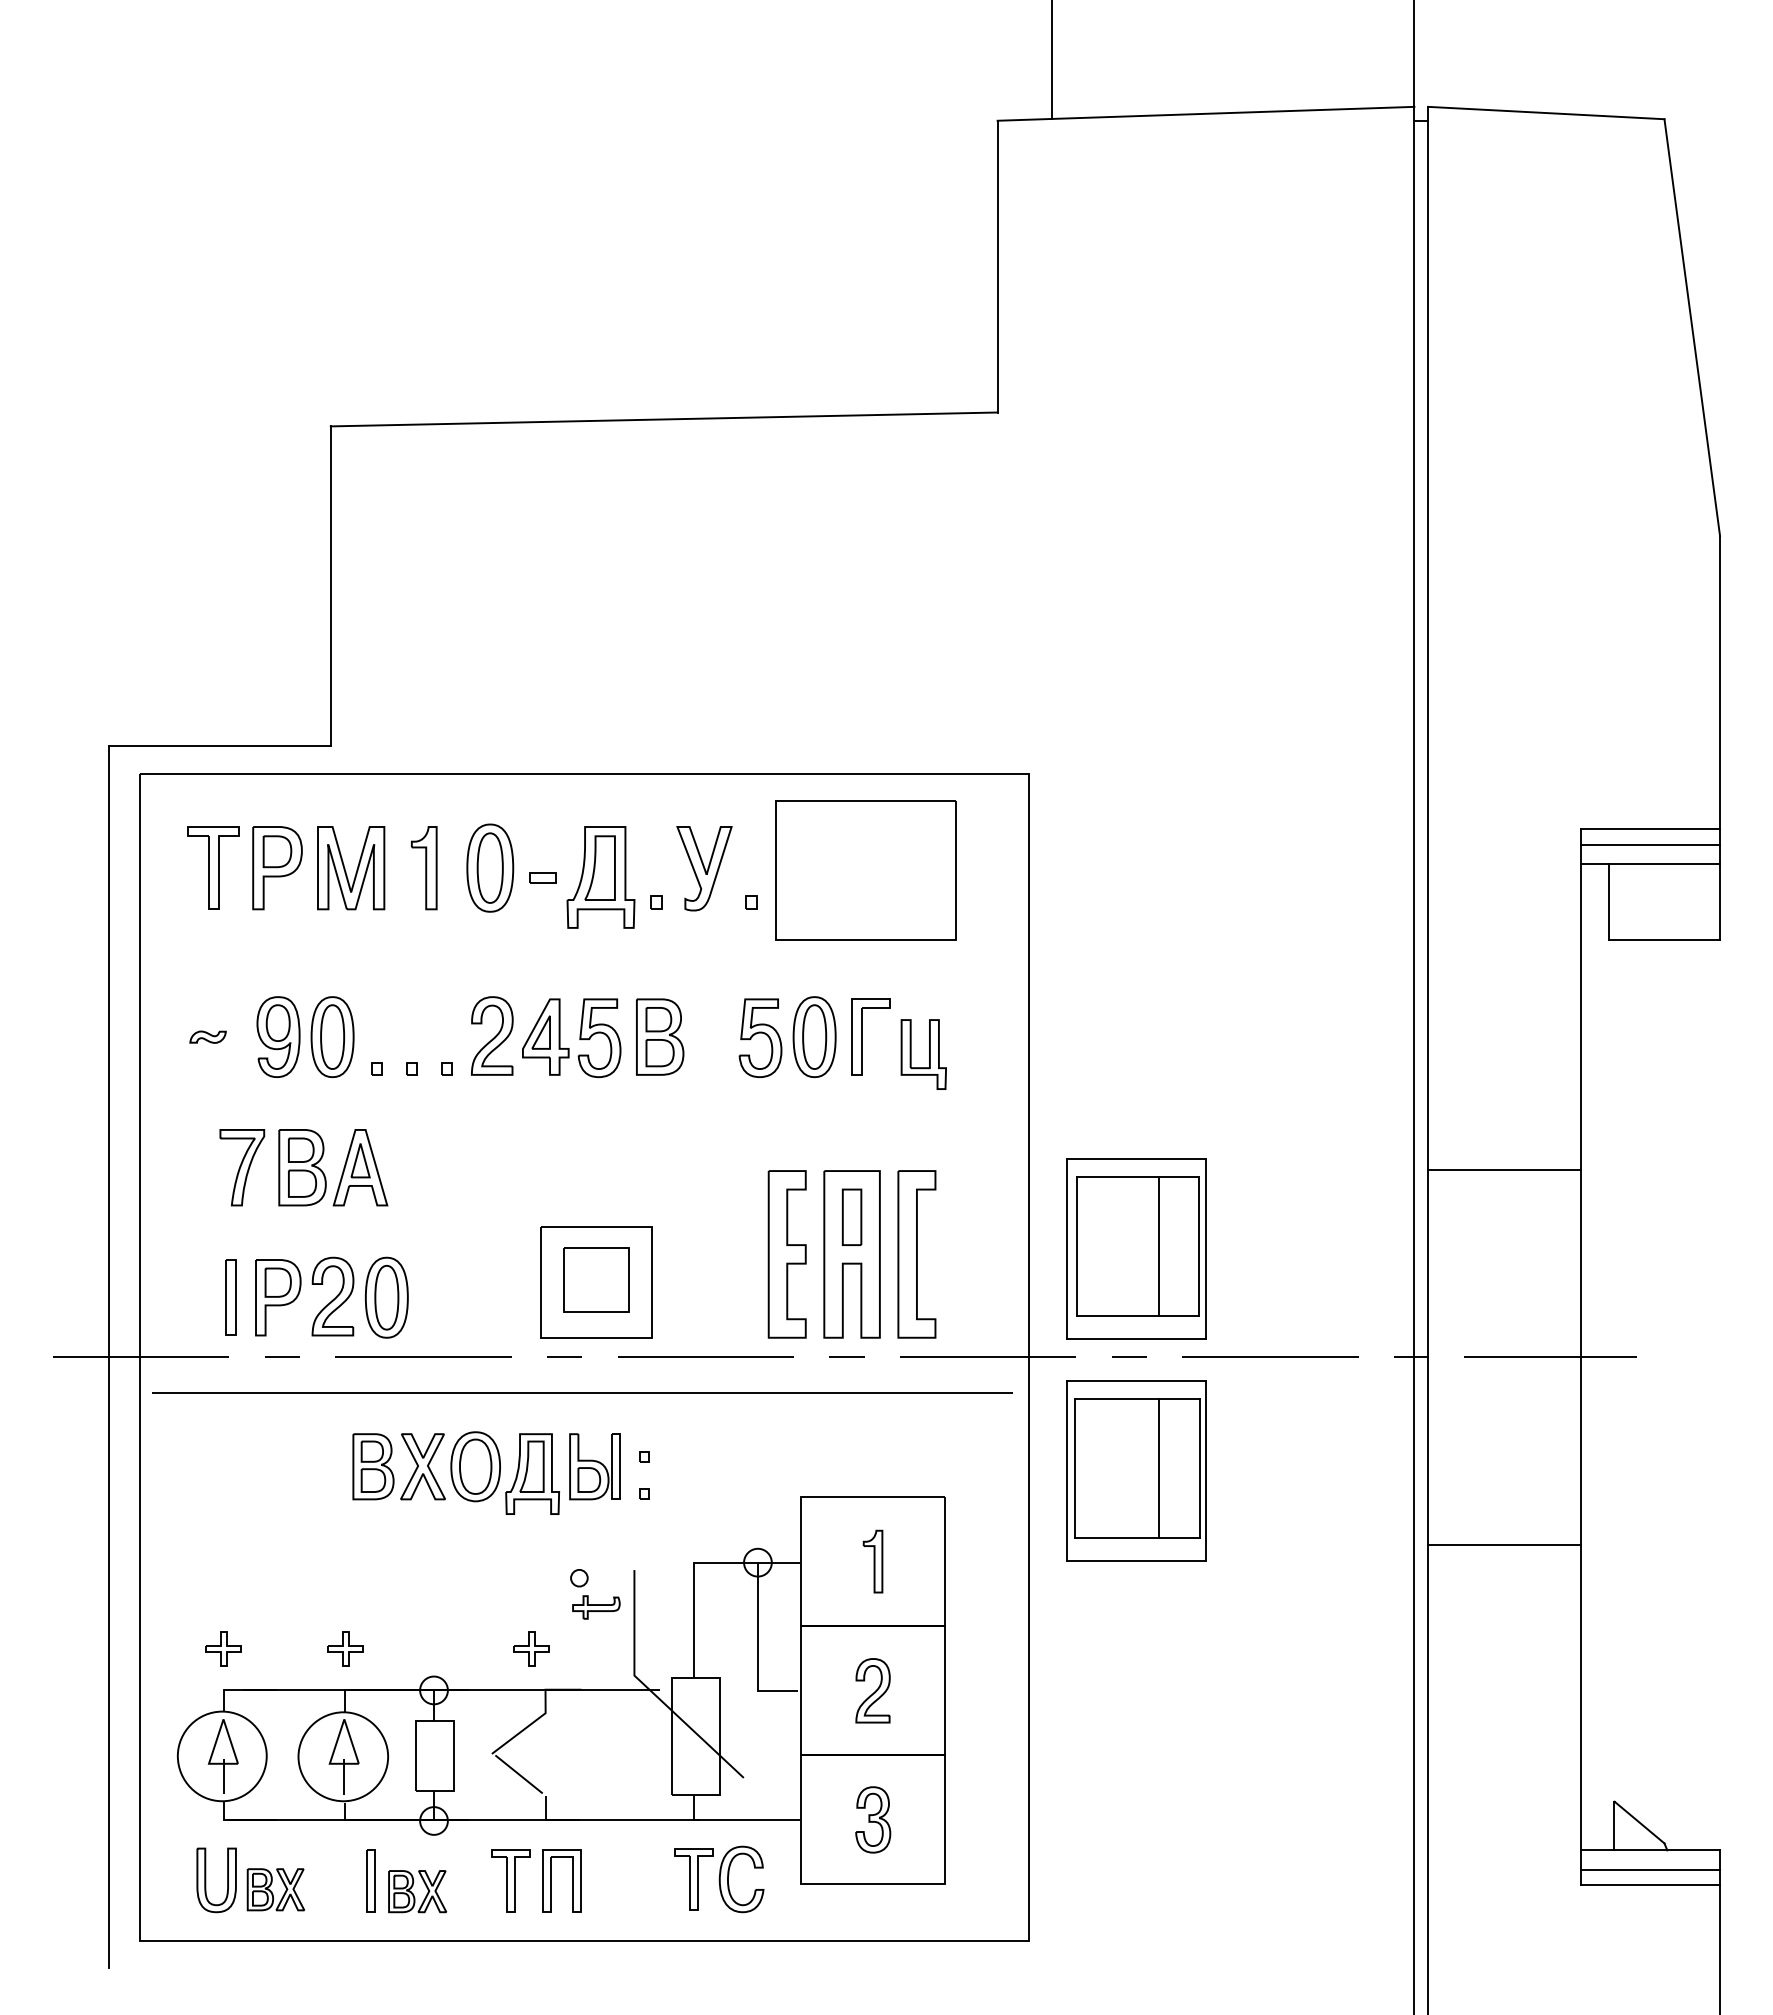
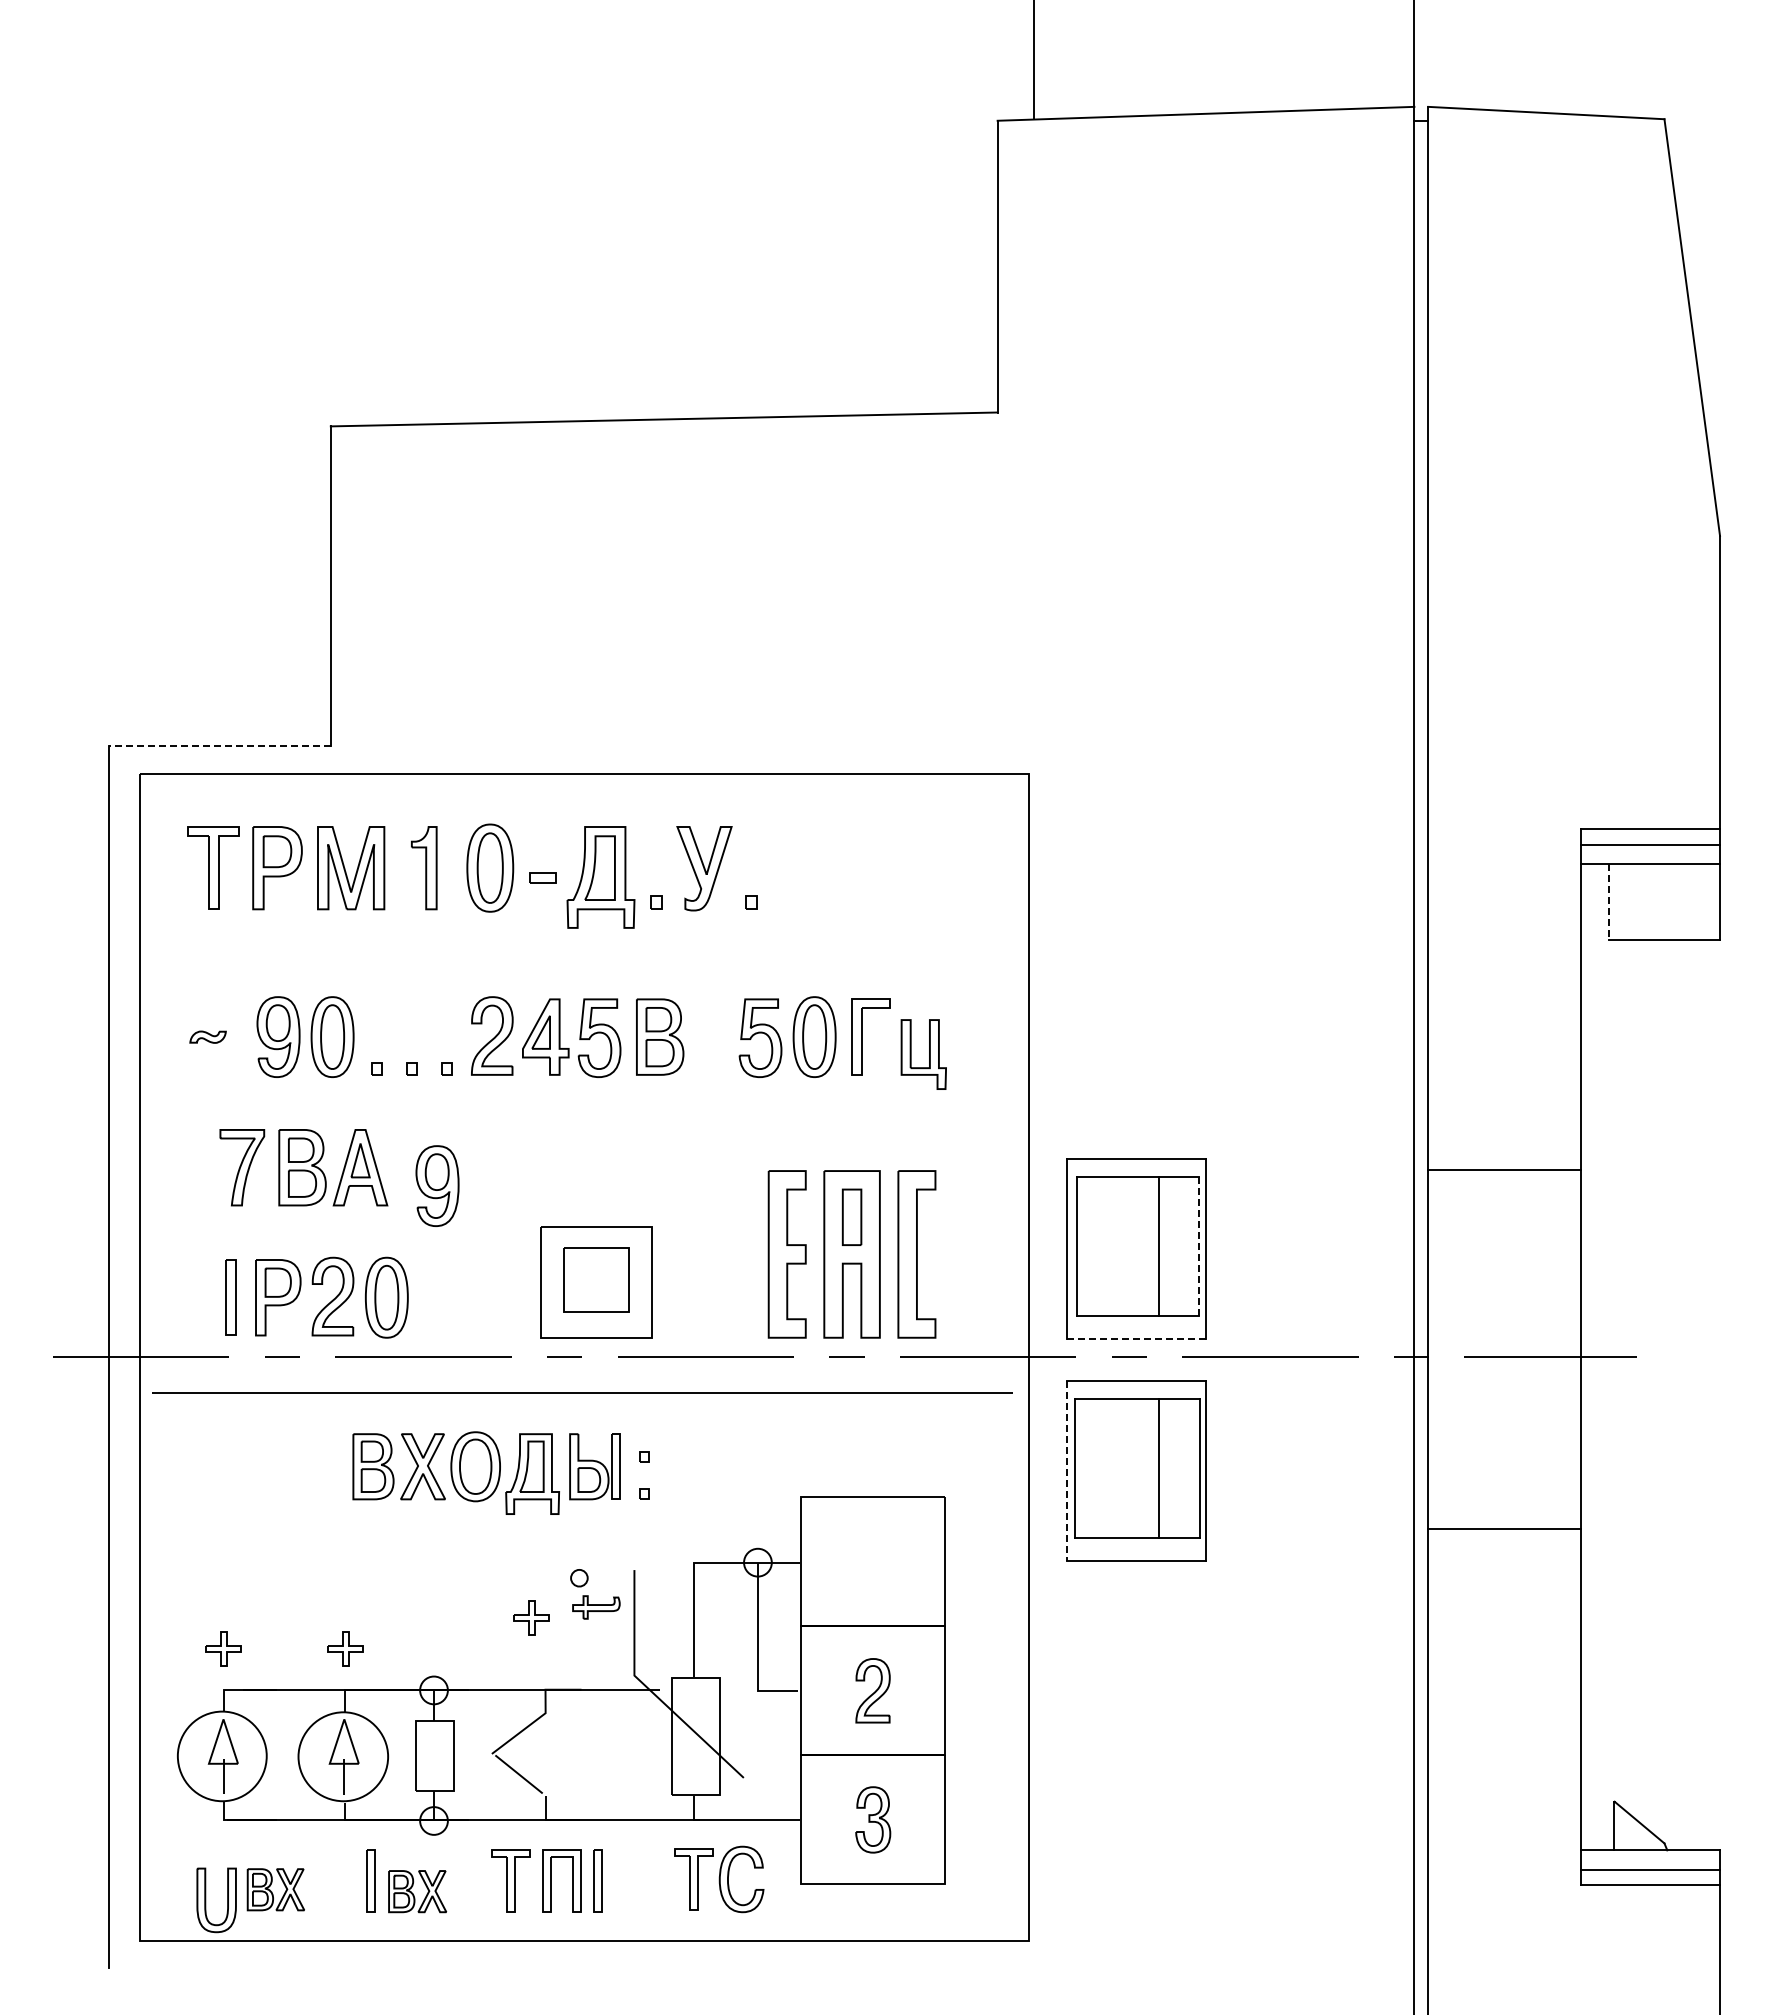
line at (1052, 60) position: (1052, 60) -> (1034, 60)
line at (219, 745): solid -> dashed
part at (865, 870): present -> none
line at (1608, 902): solid -> dashed
part at (437, 1185): none -> present
line at (1199, 1246): solid -> dashed
line at (1137, 1339): solid -> dashed
line at (1067, 1471): solid -> dashed
line at (1504, 1544) position: (1504, 1544) -> (1504, 1528)
part at (872, 1561): present -> none
part at (531, 1648) position: (531, 1648) -> (531, 1617)
part at (206, 1880) position: (206, 1880) -> (206, 1900)
part at (597, 1880): none -> present
